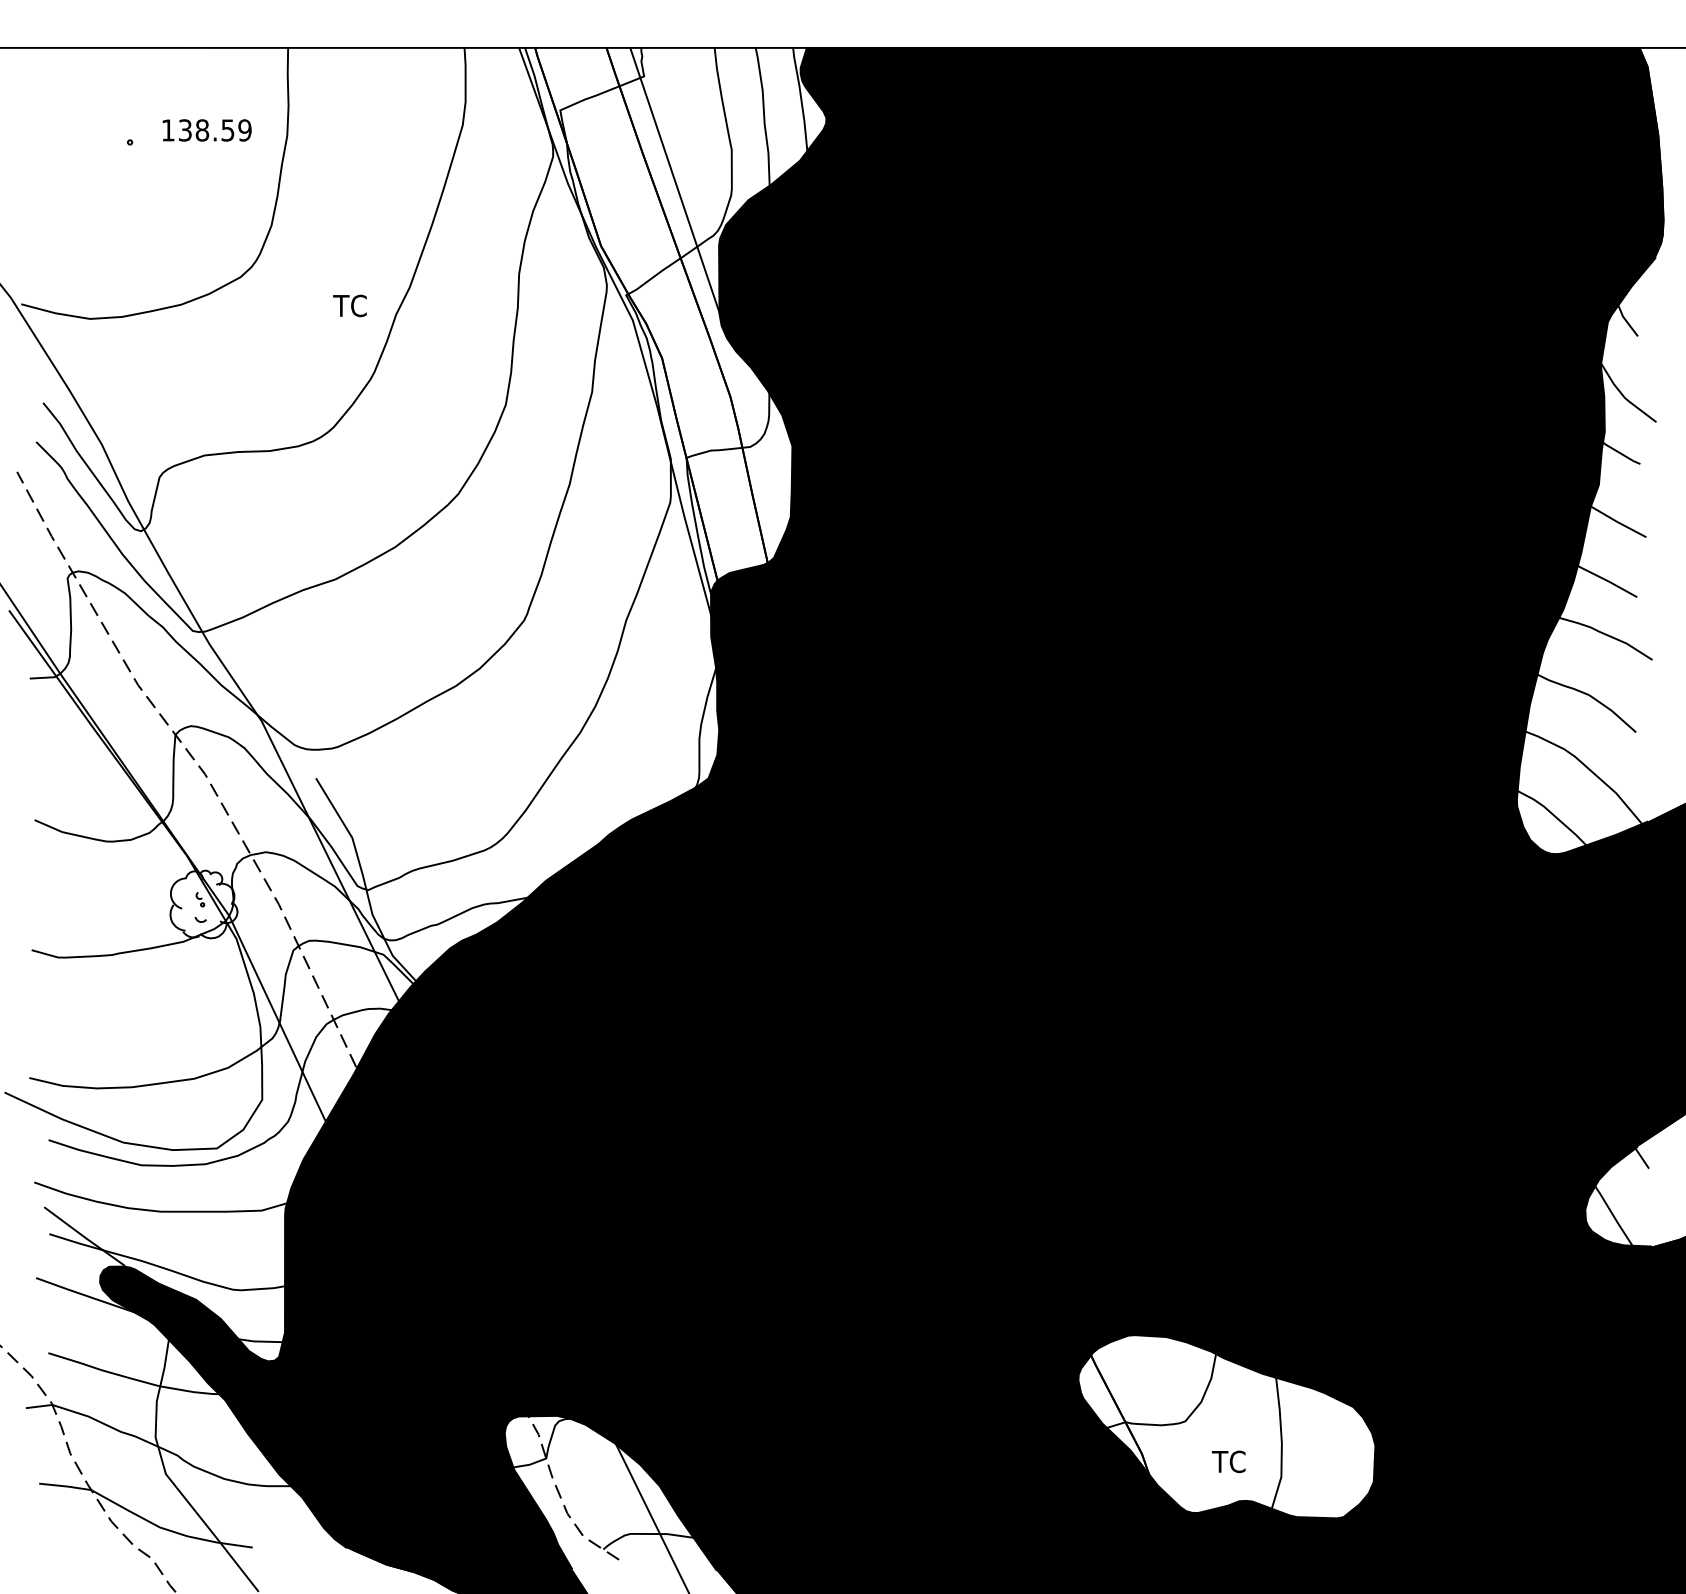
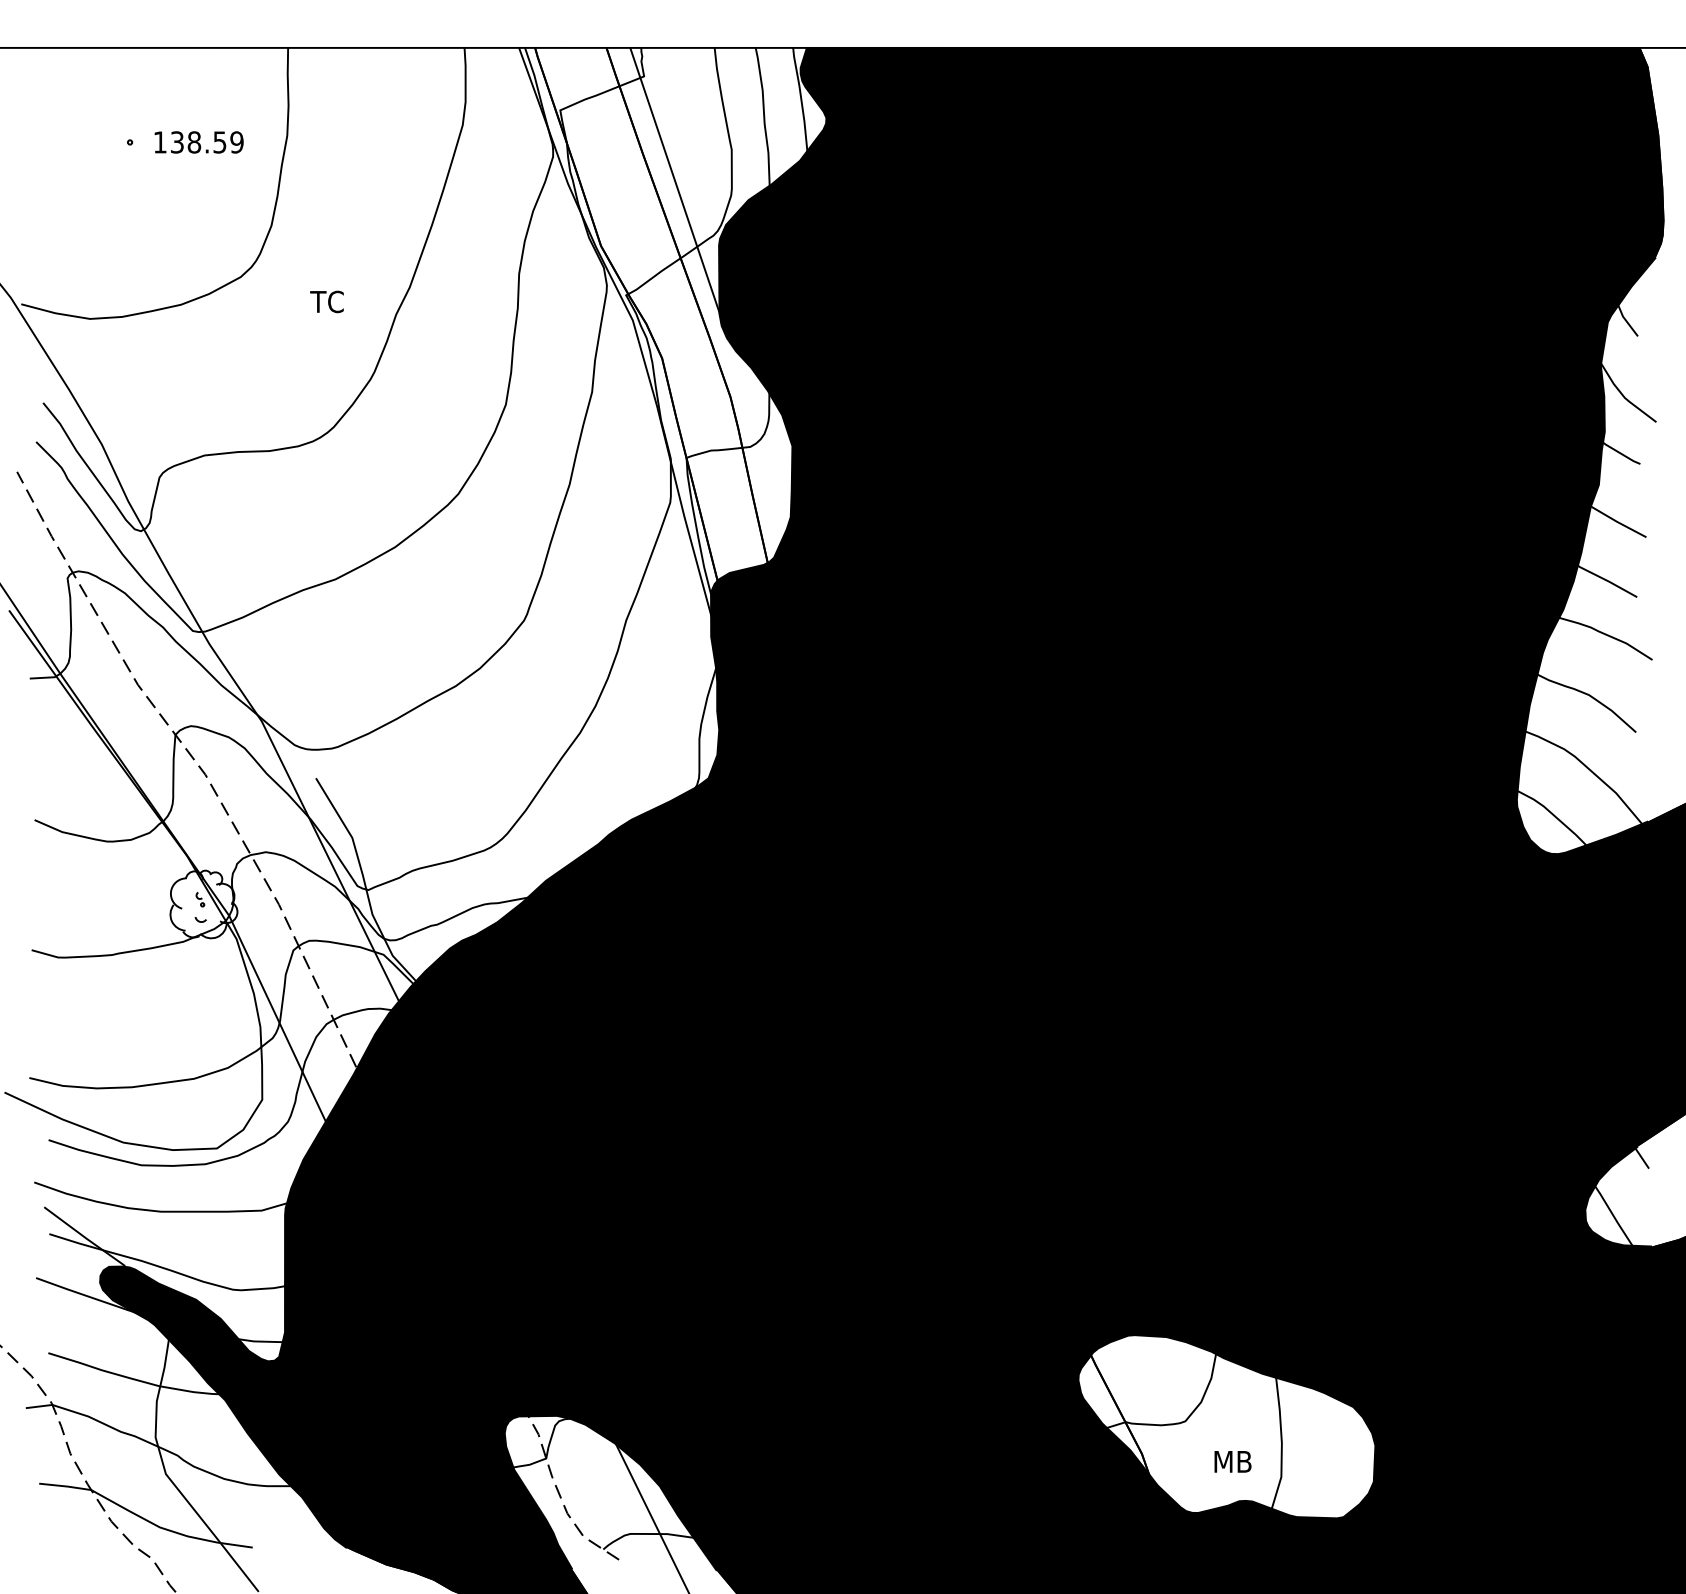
text at (206, 130) position: (206, 130) -> (198, 142)
text at (349, 305) position: (349, 305) -> (326, 301)
text at (1231, 1461): TC -> MB
